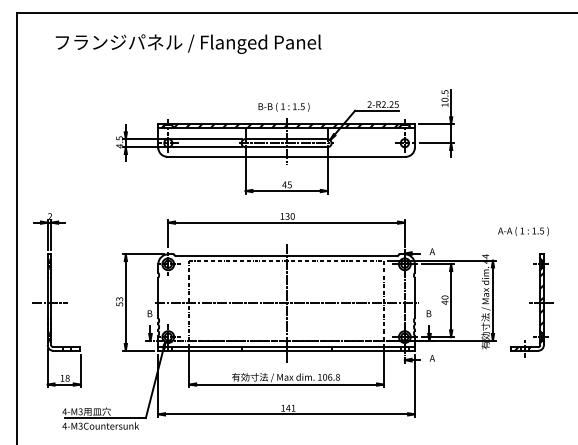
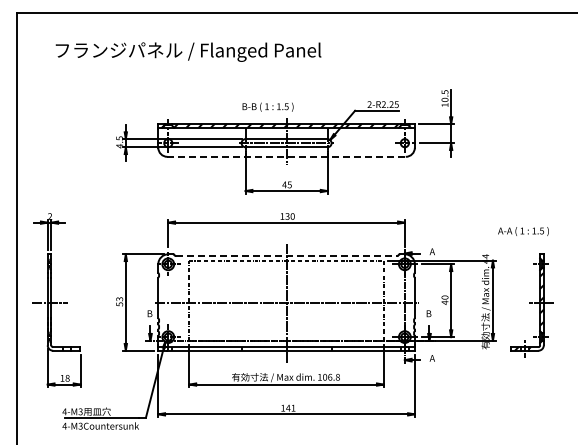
text at (188, 43) position: (188, 43) -> (188, 51)
text at (283, 106) position: (283, 106) -> (267, 106)
line at (287, 156): solid -> dashed
line at (287, 256): solid -> dashed
